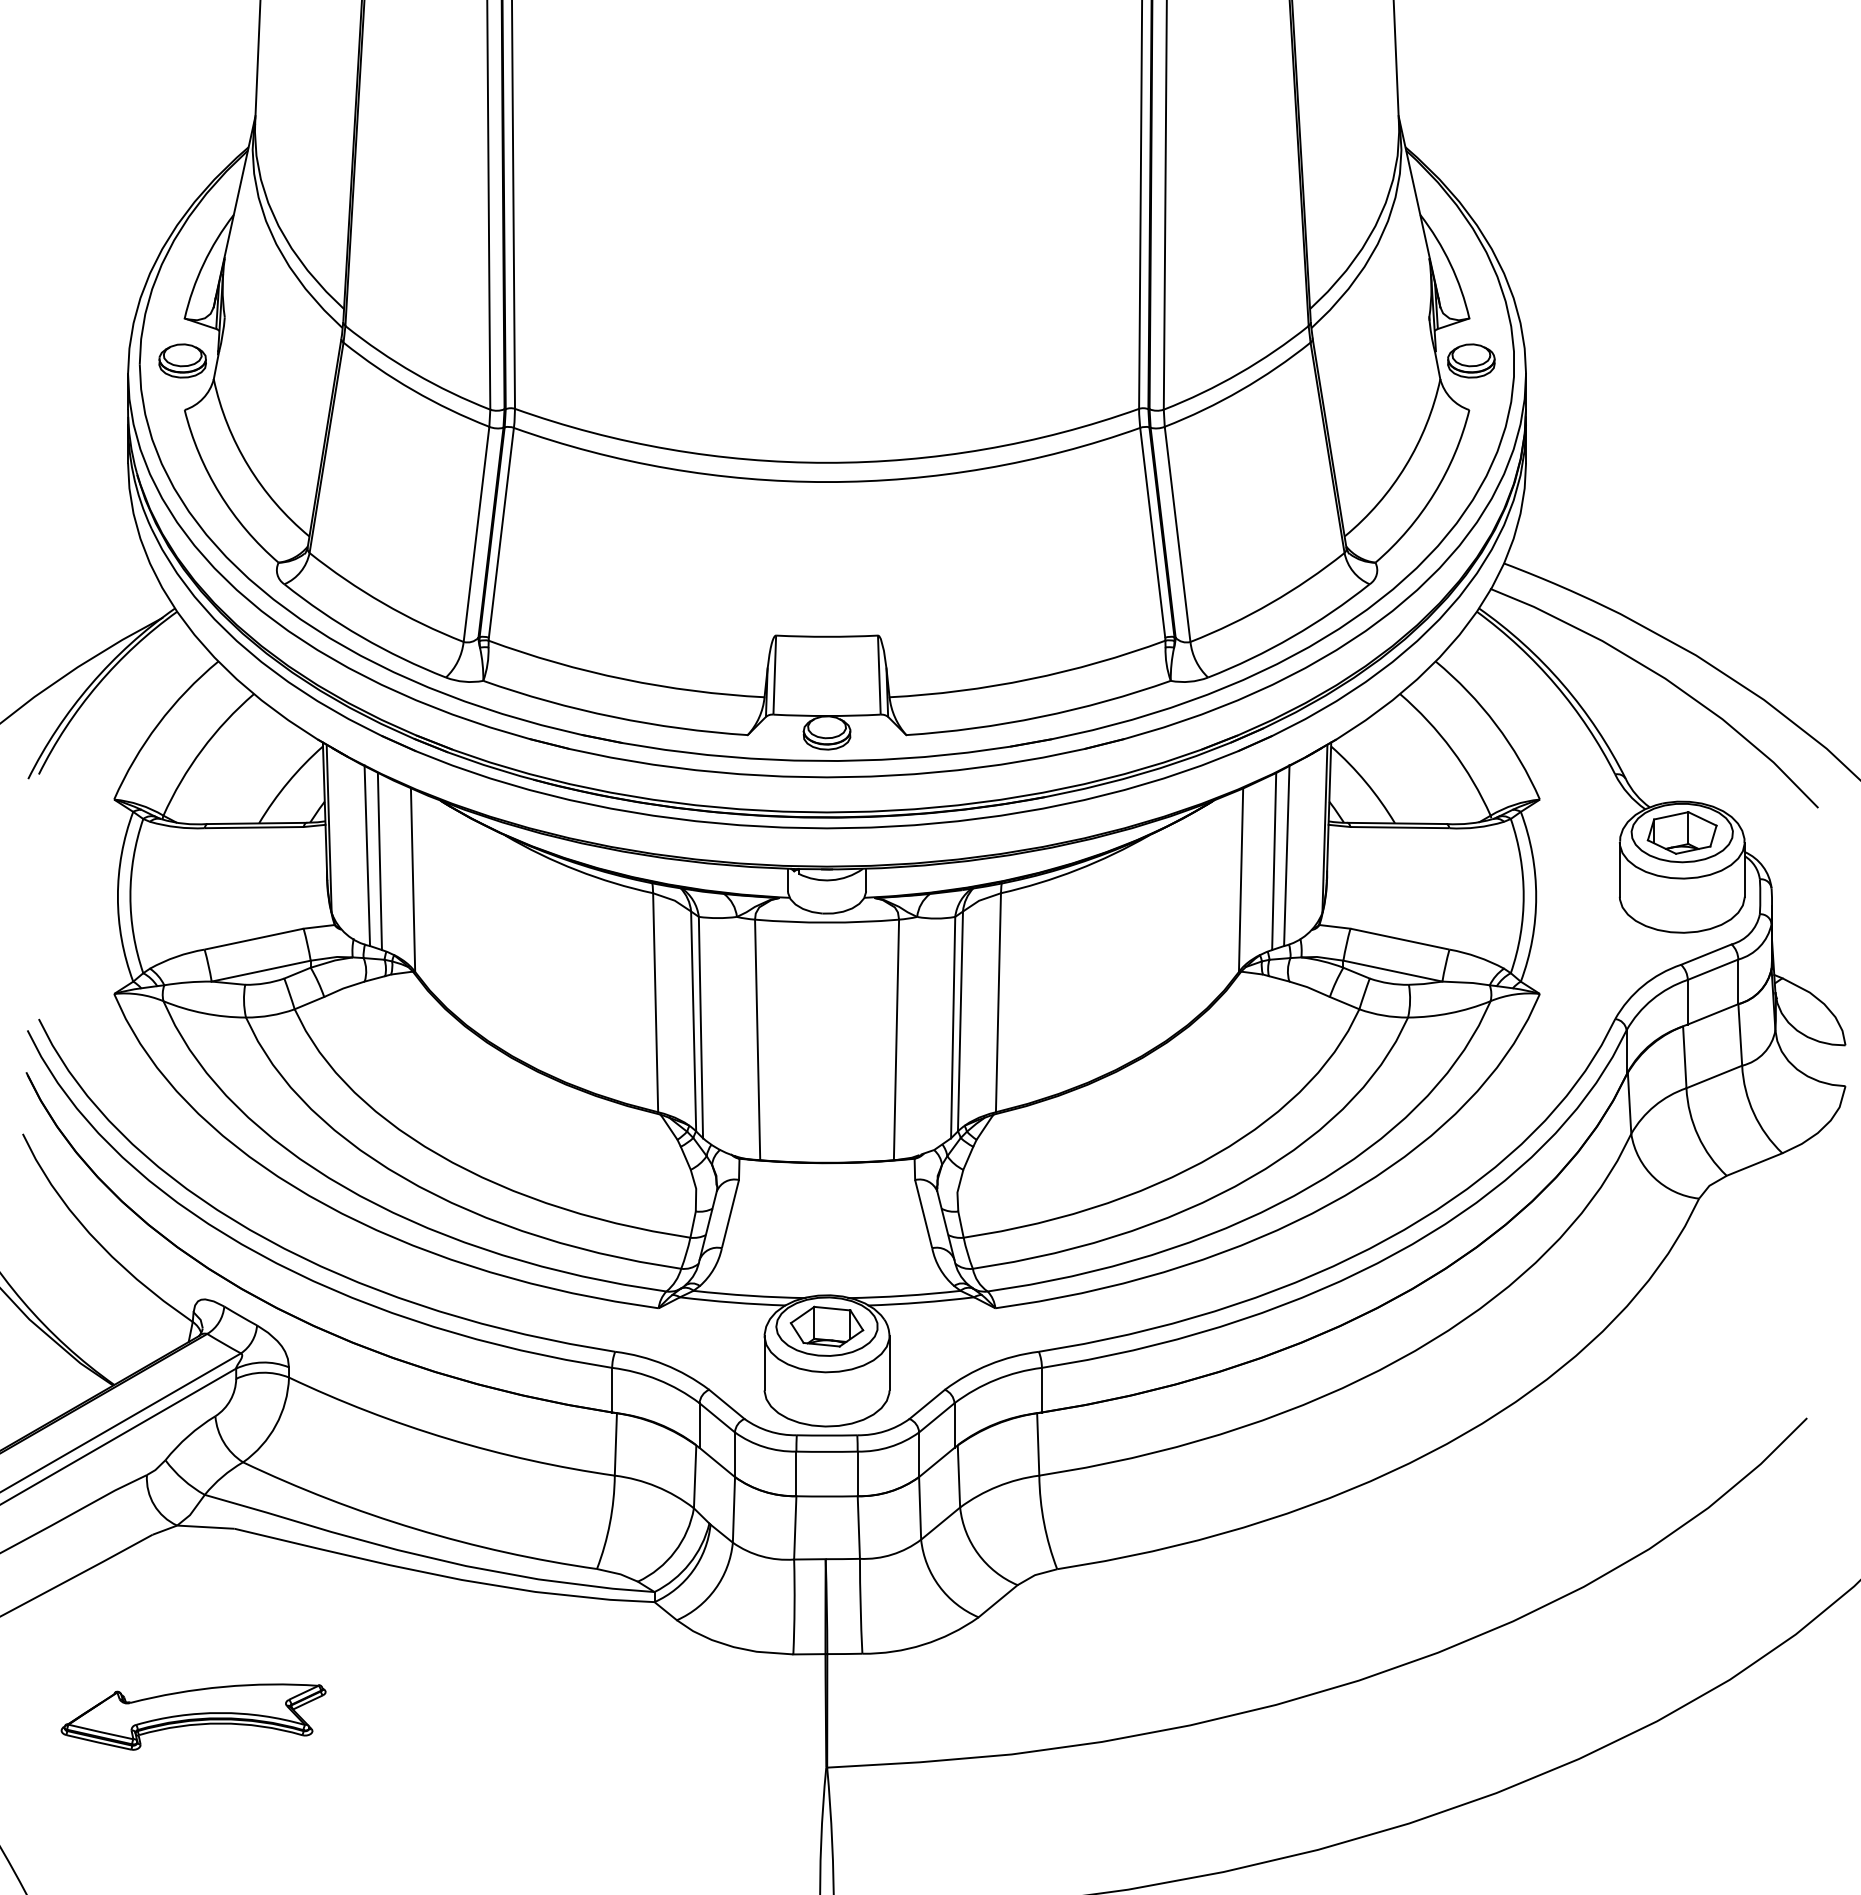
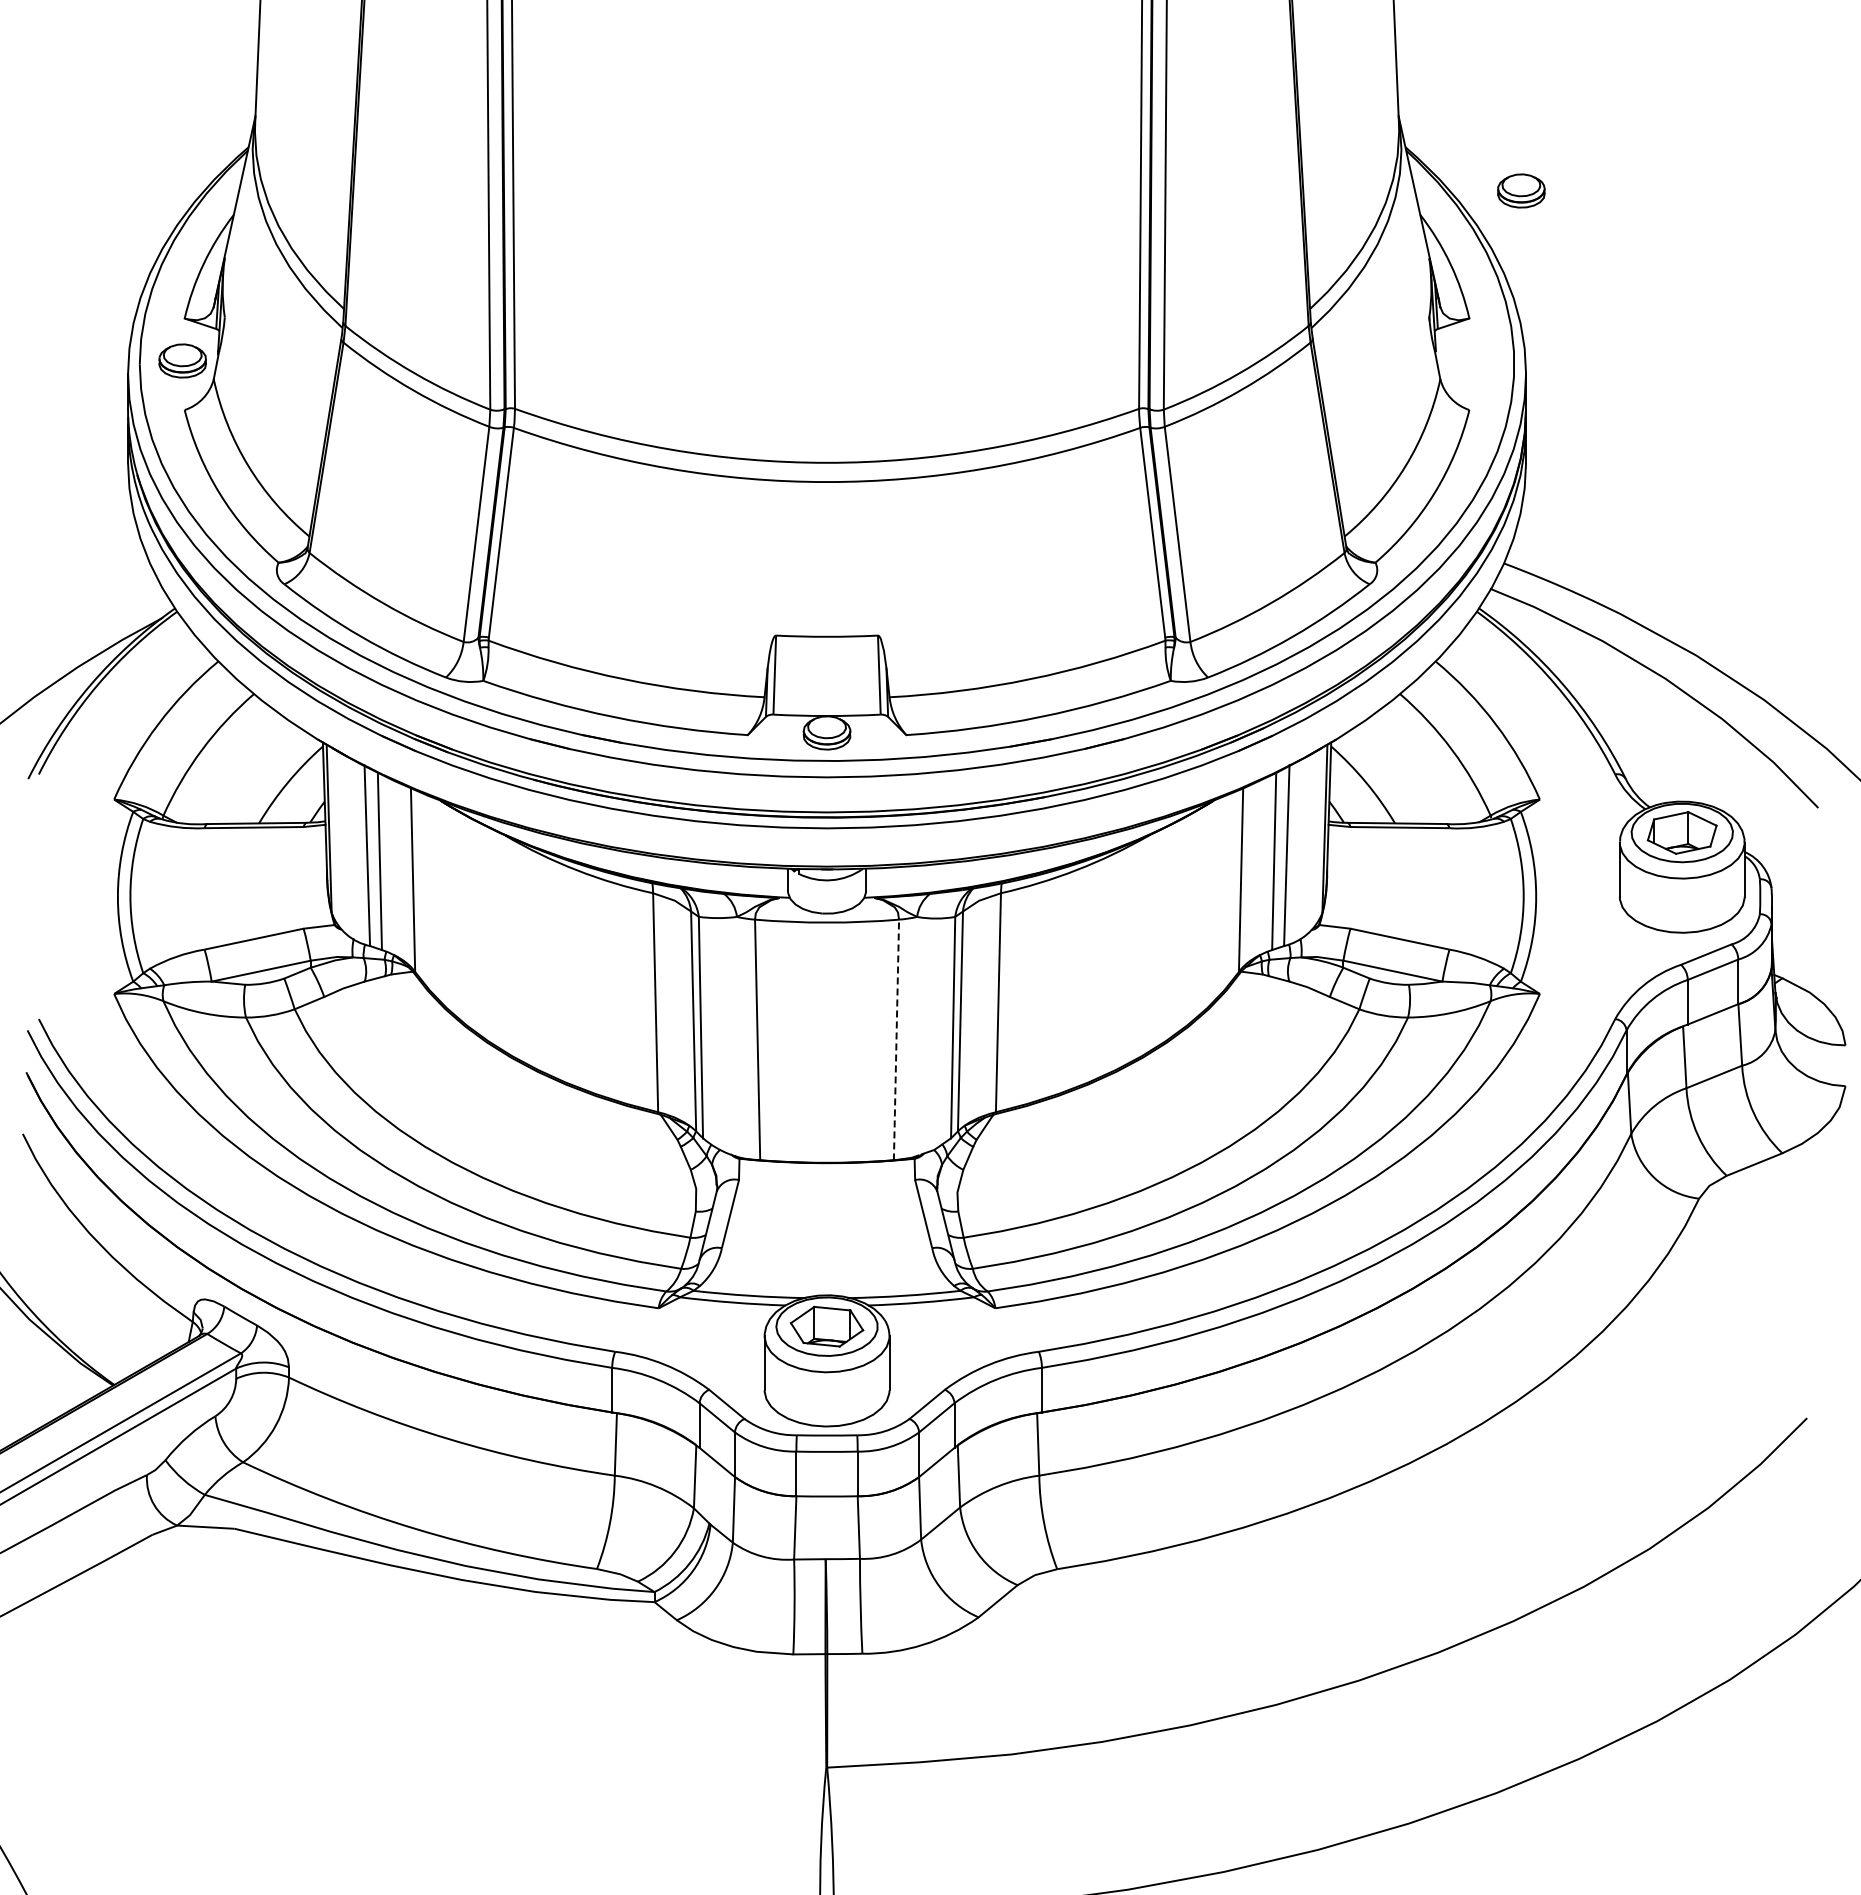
part at (1471, 360) position: (1471, 360) -> (1521, 190)
line at (896, 1039): solid -> dashed
part at (193, 1716): present -> none
